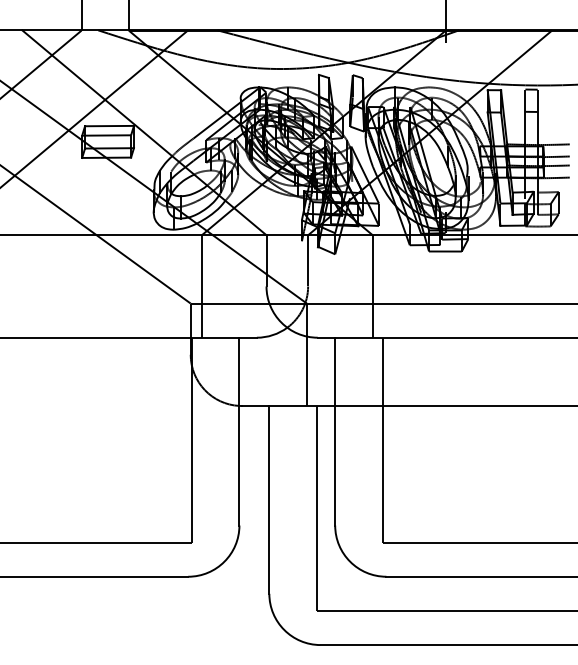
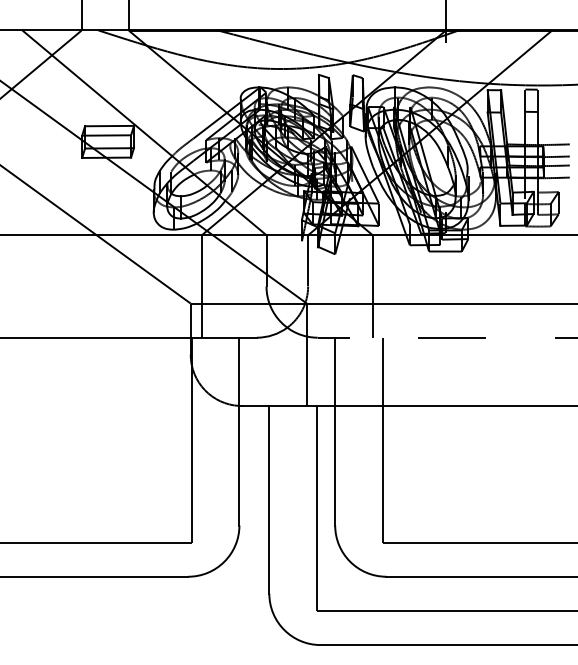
line at (95, 108): present -> none
line at (447, 337): solid -> dashed
